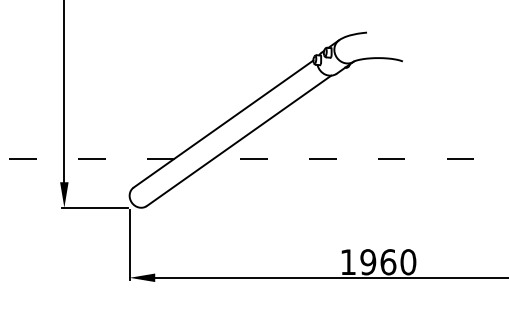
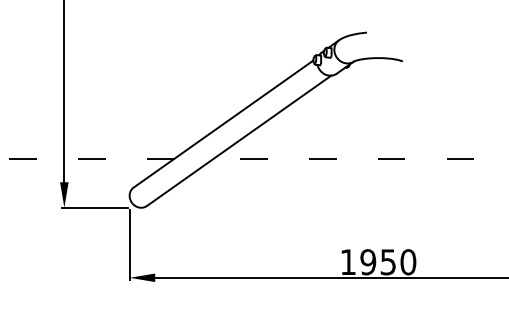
text at (388, 262): 1960 -> 1950
